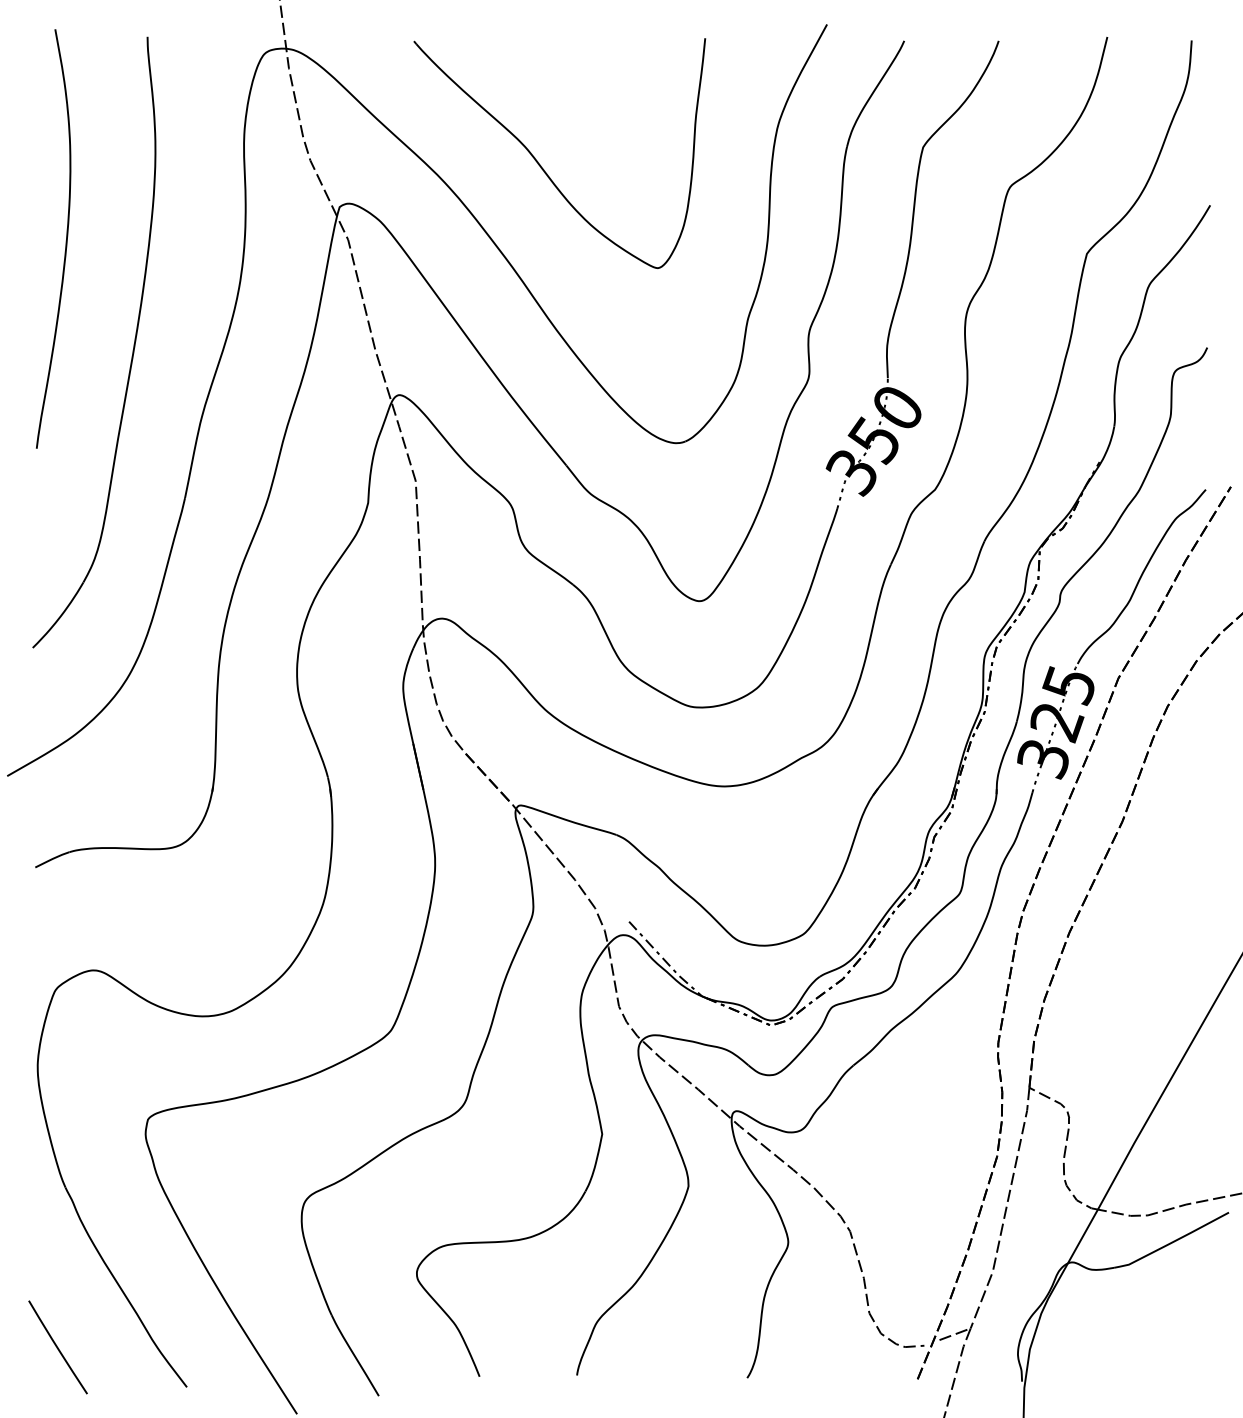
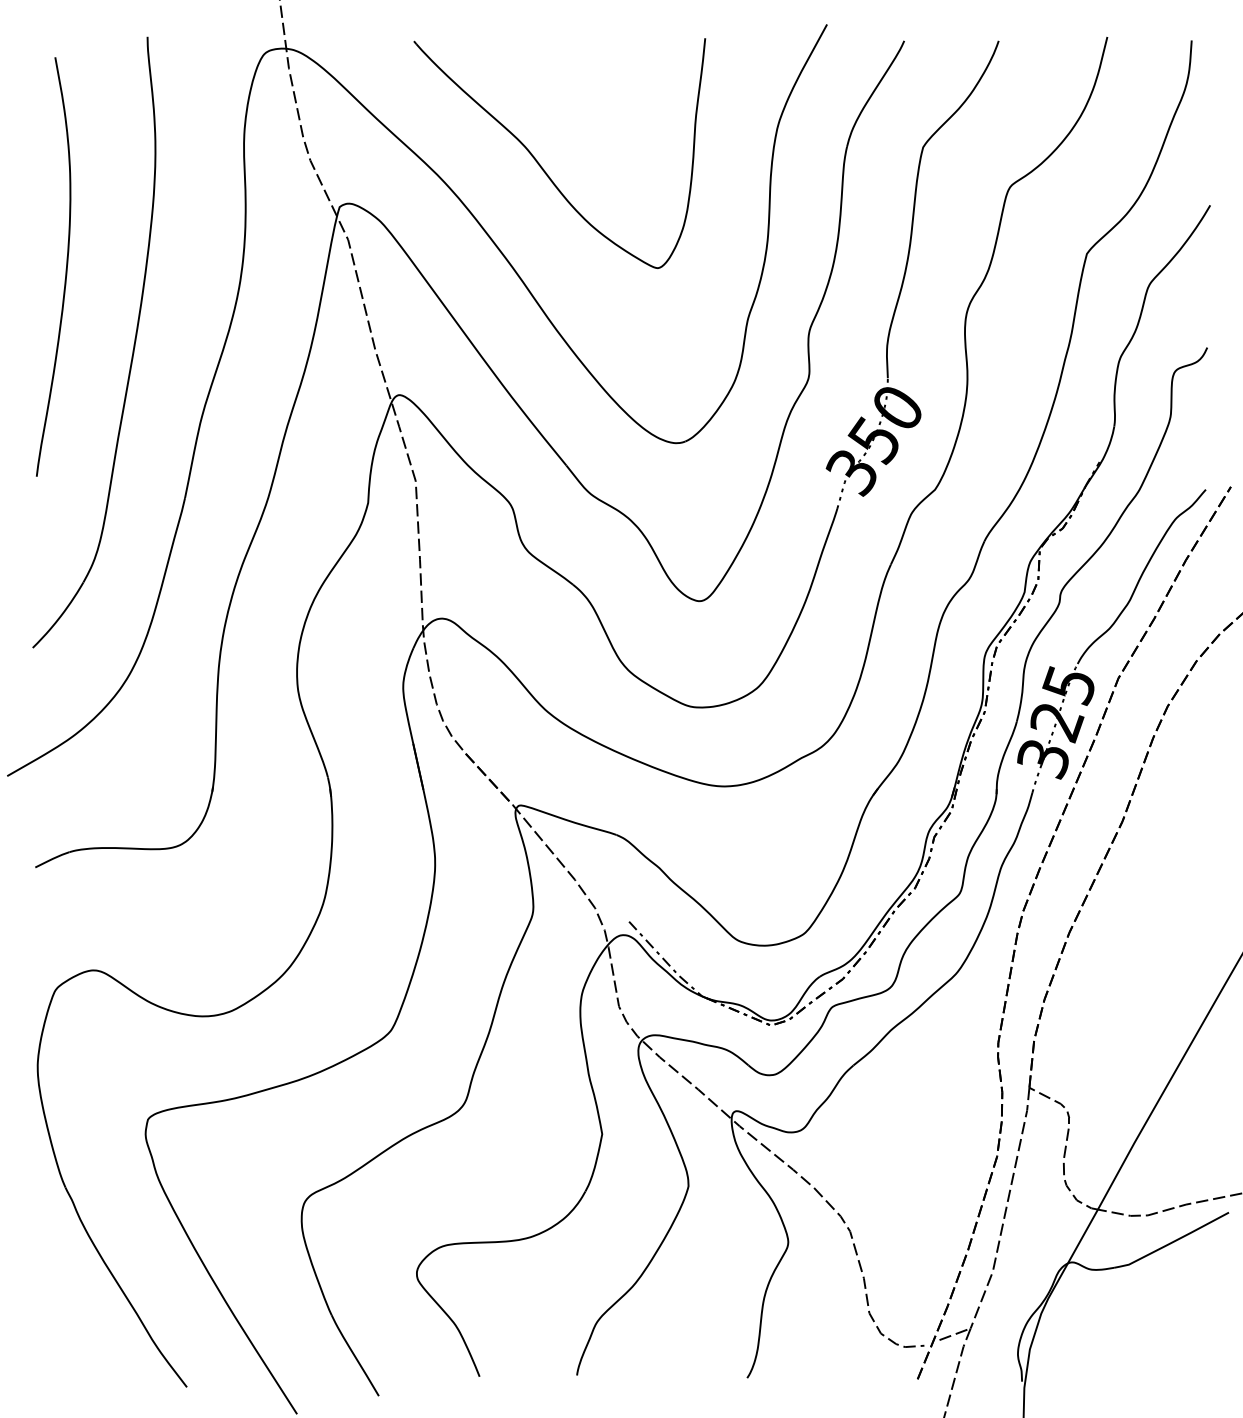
part at (65, 241) position: (65, 241) -> (65, 269)
line at (57, 1347): present -> none
